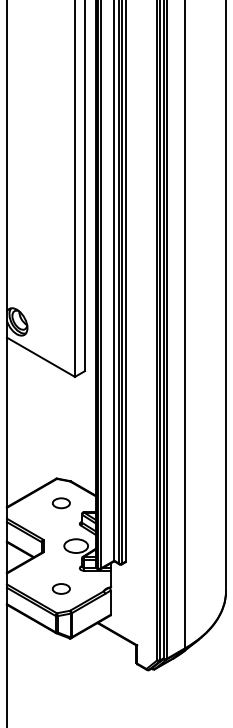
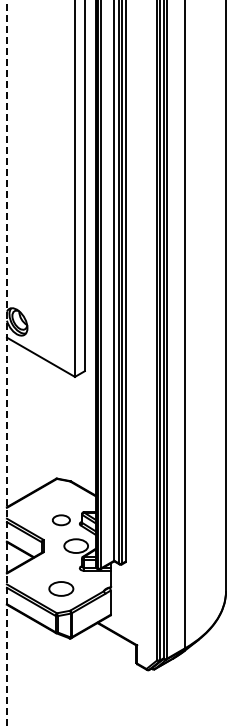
line at (6, 364): solid -> dashed
part at (61, 503) position: (61, 503) -> (61, 520)
part at (61, 588) size: 19x12 px -> 27x16 px
